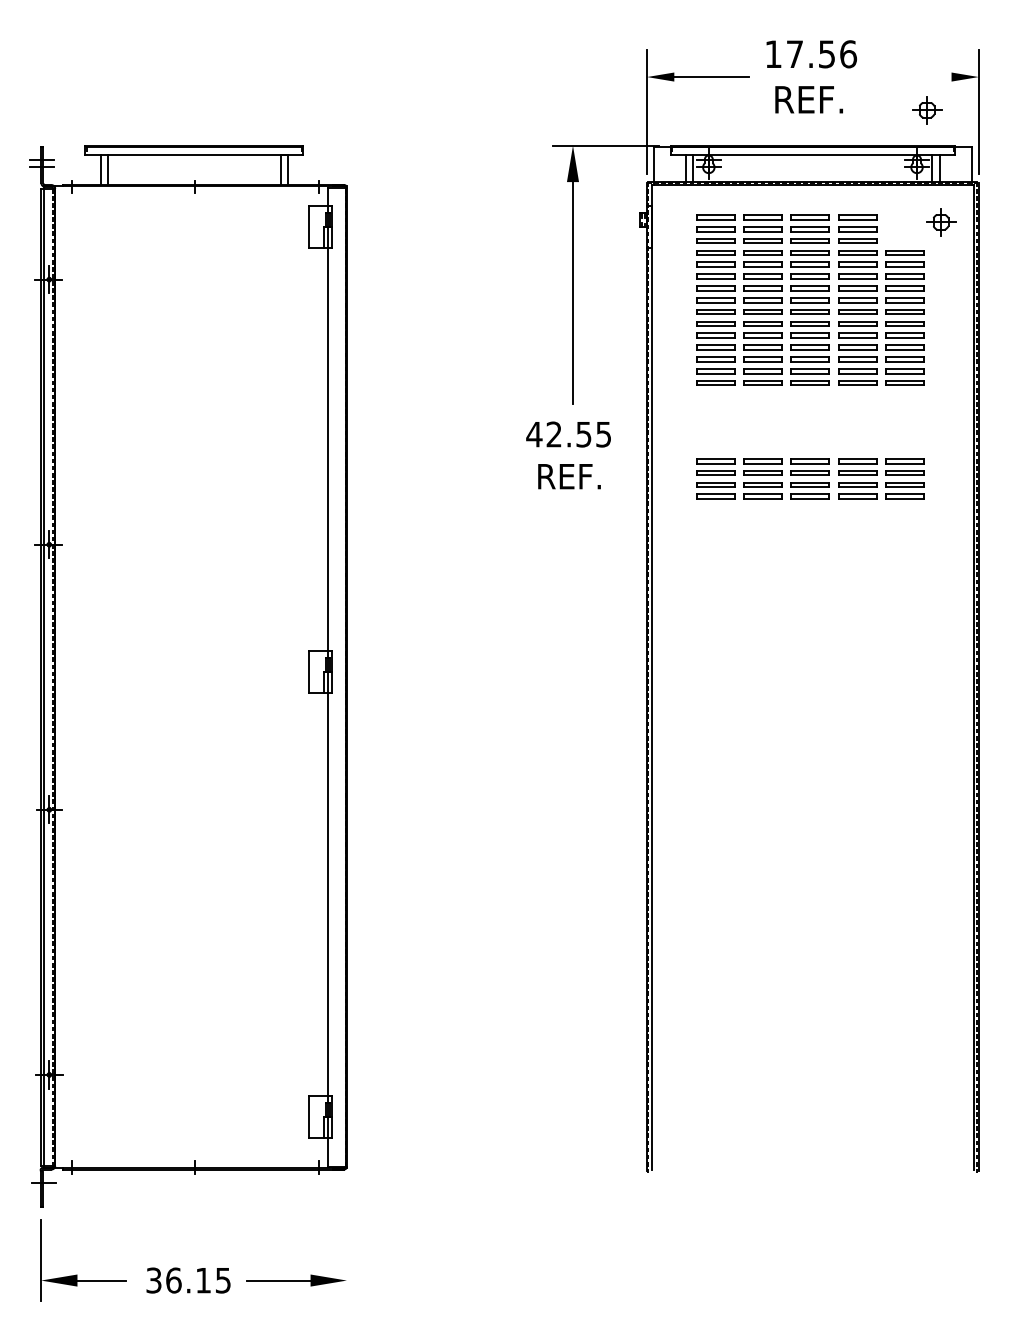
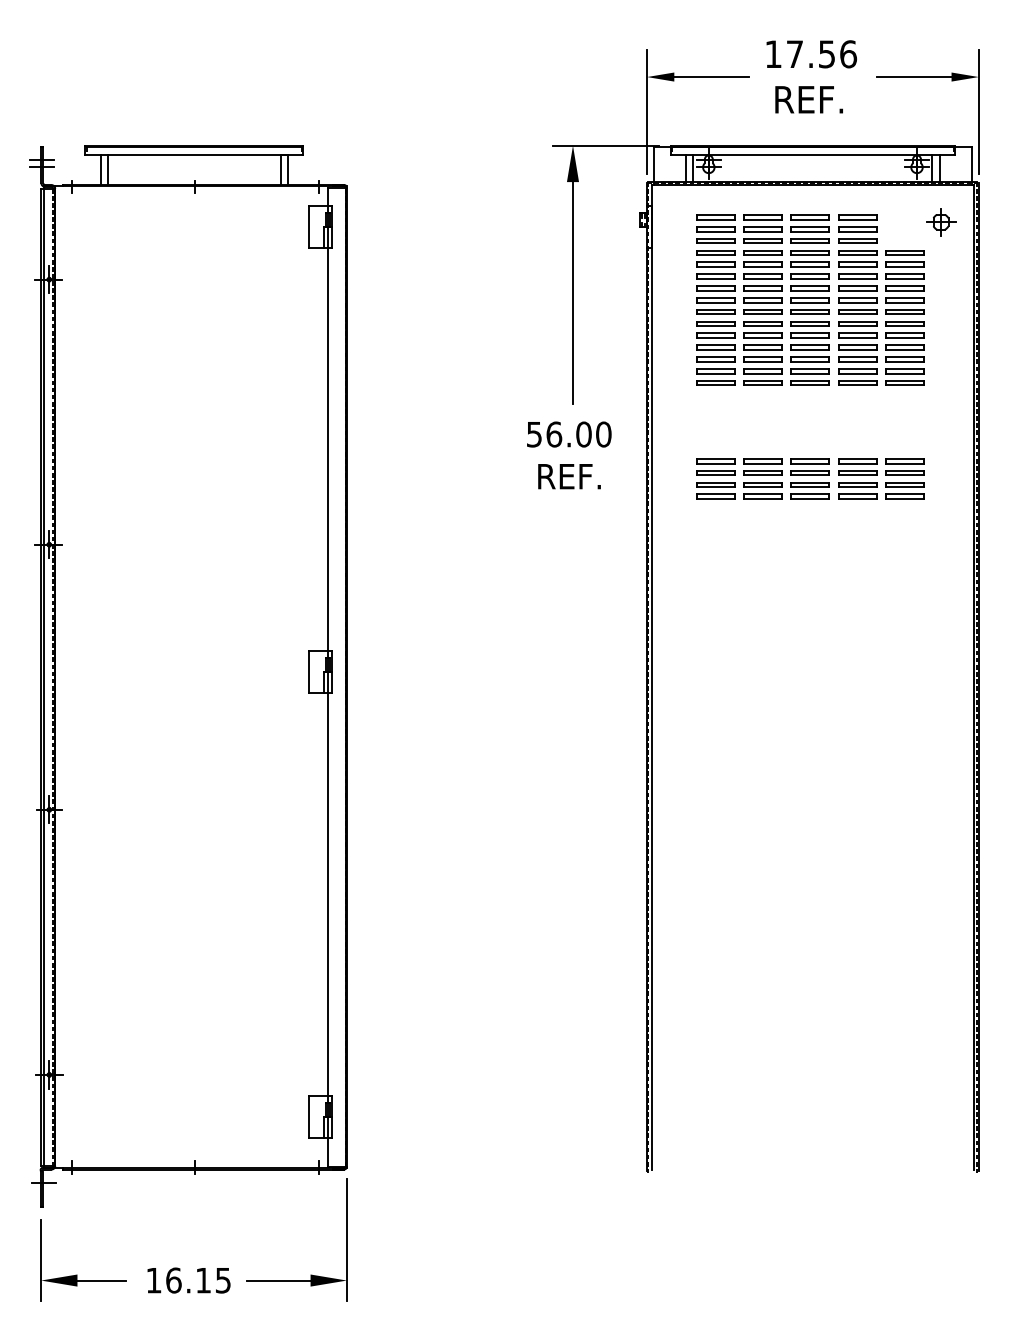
line at (913, 77): none -> present
part at (927, 110): present -> none
text at (568, 434): 42.55 -> 56.00
line at (346, 1239): none -> present
text at (153, 1280): 36.15 -> 16.15
